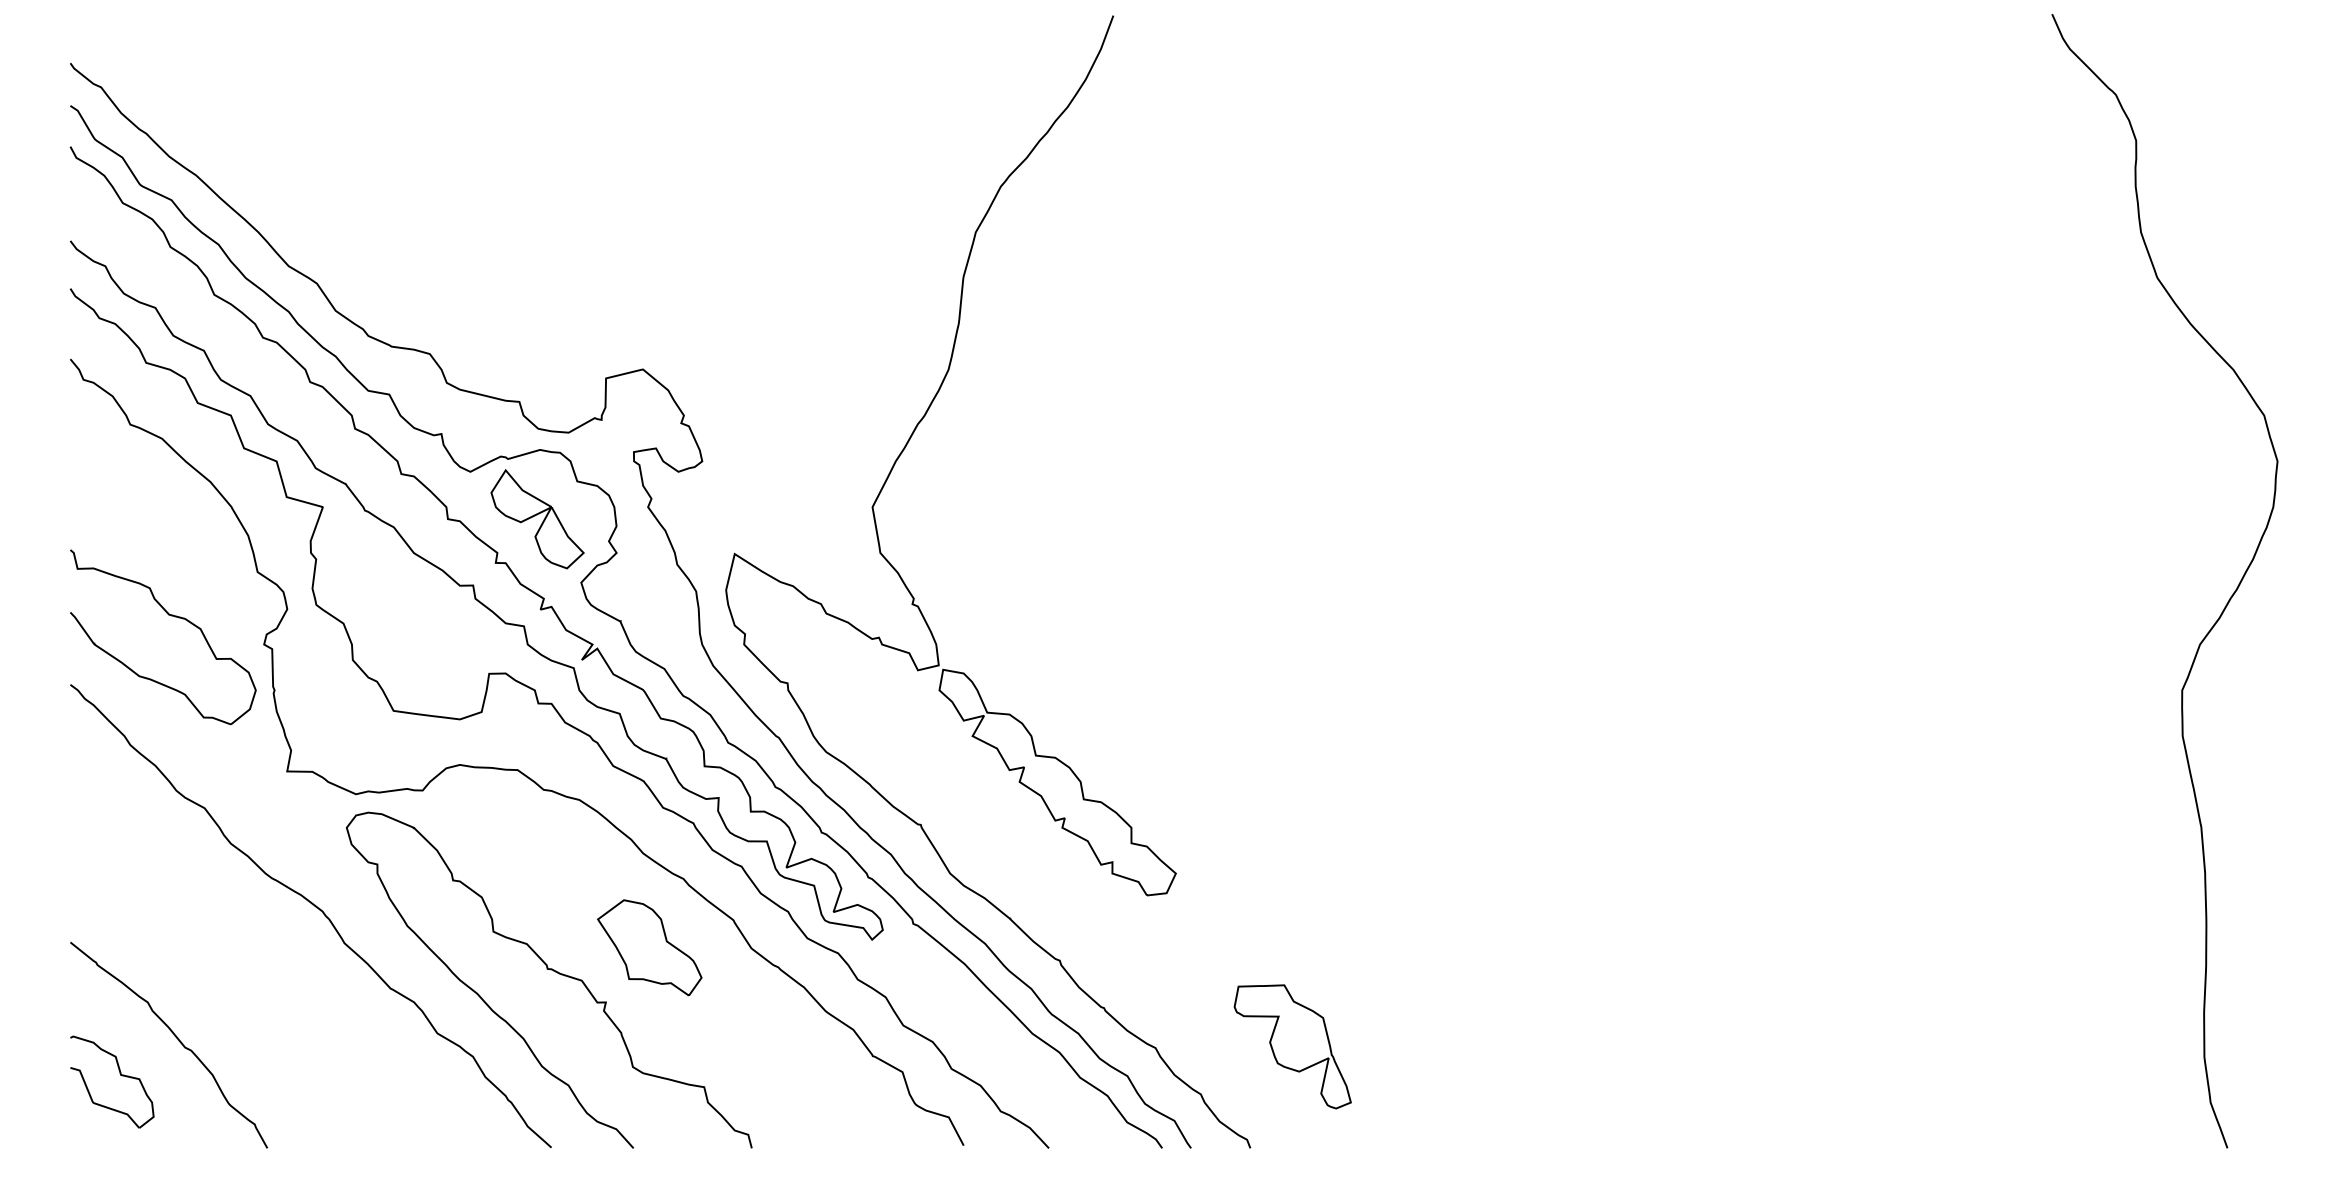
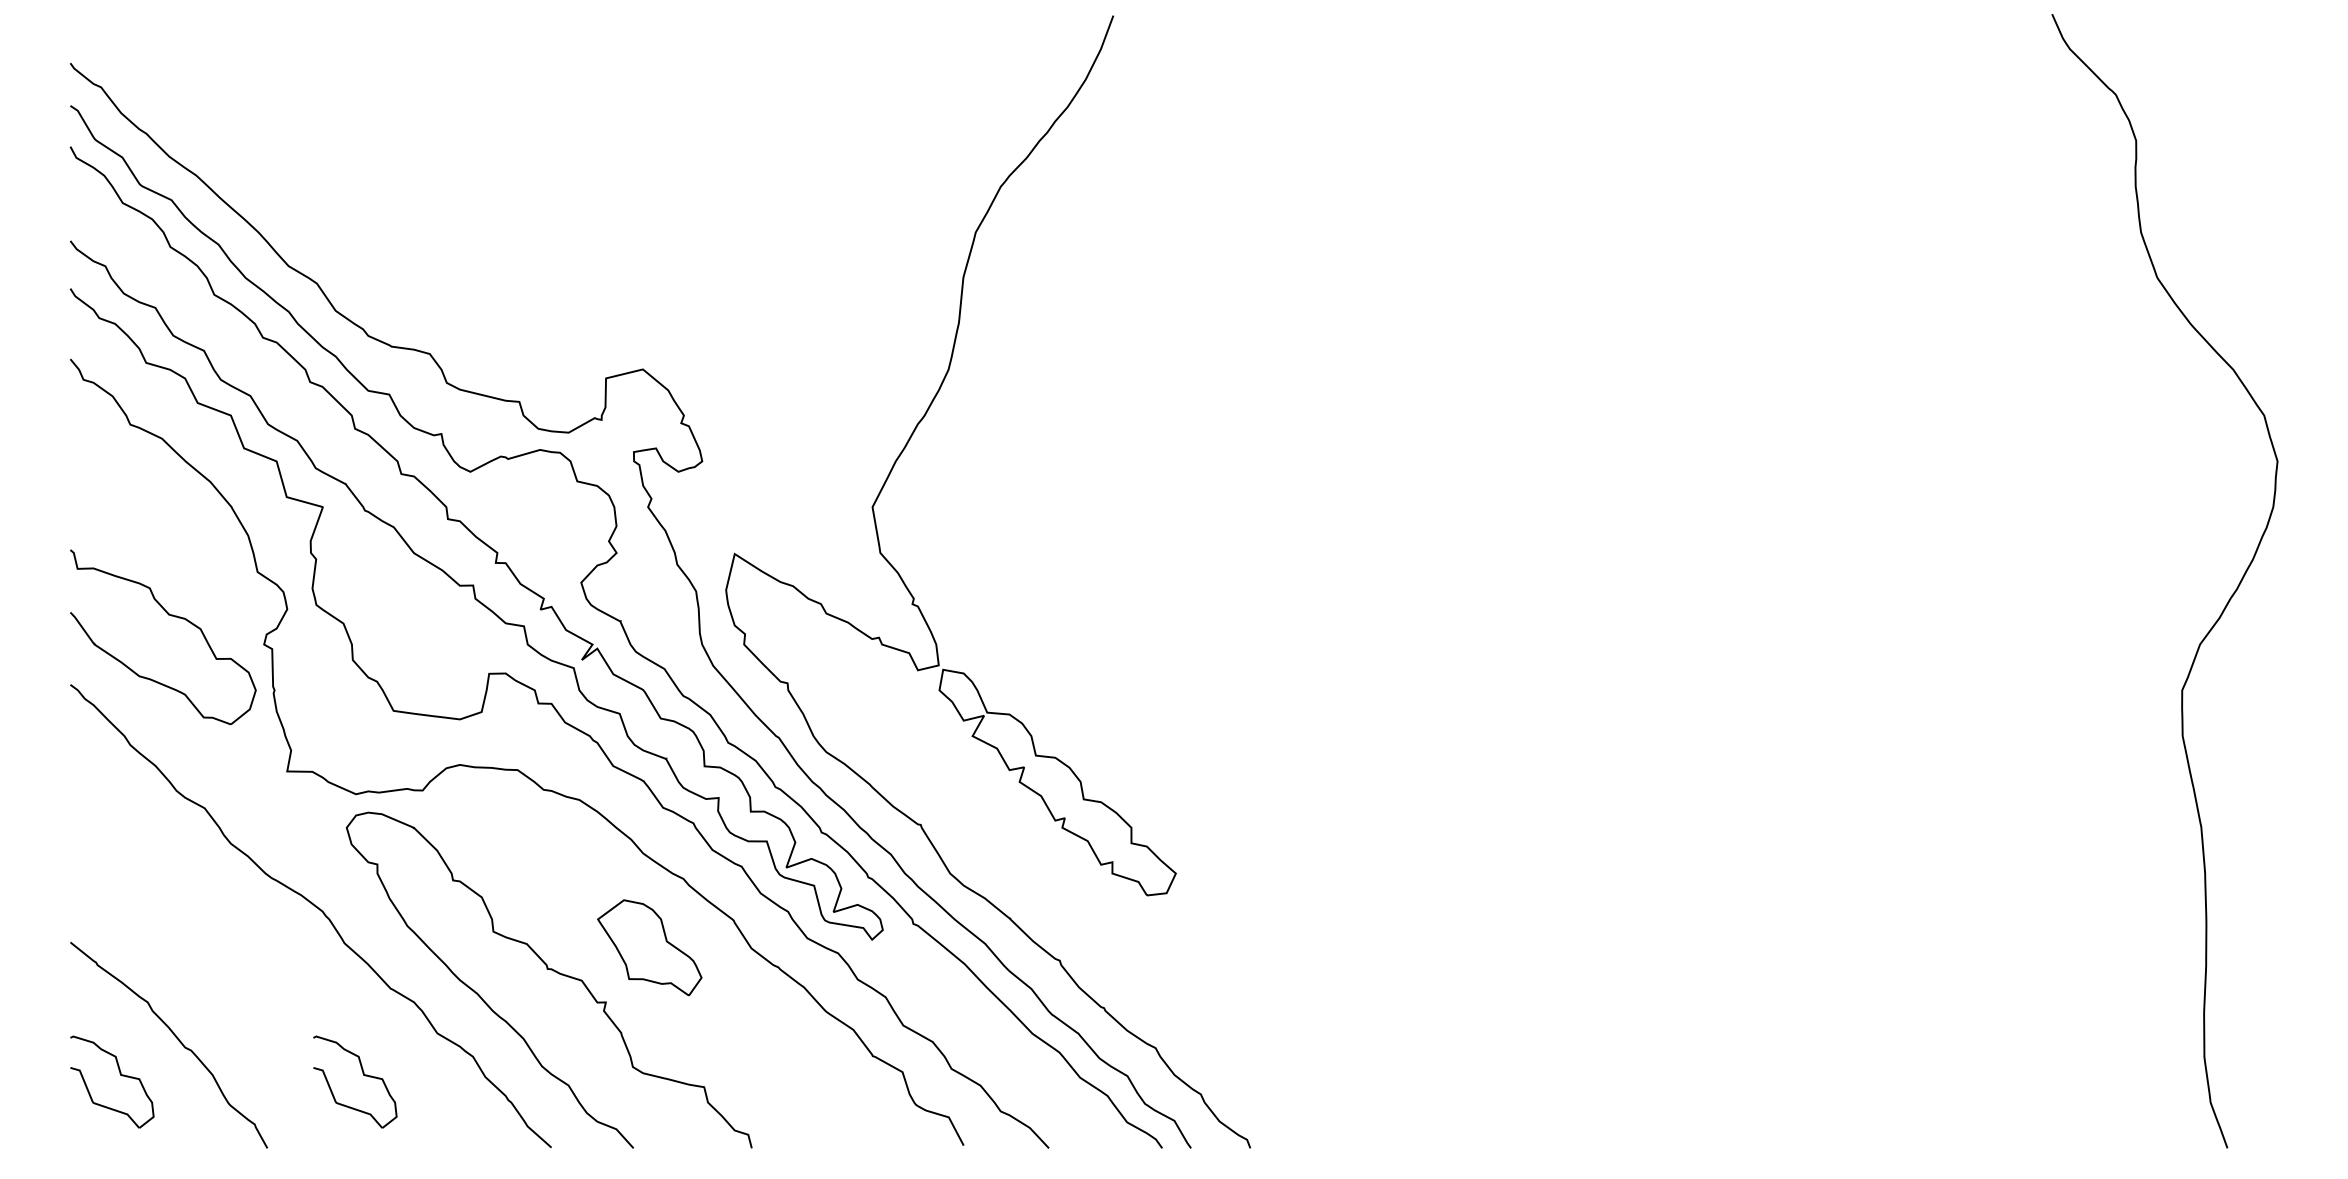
part at (537, 519): present -> none
part at (1292, 1046): present -> none
part at (363, 1075): none -> present
